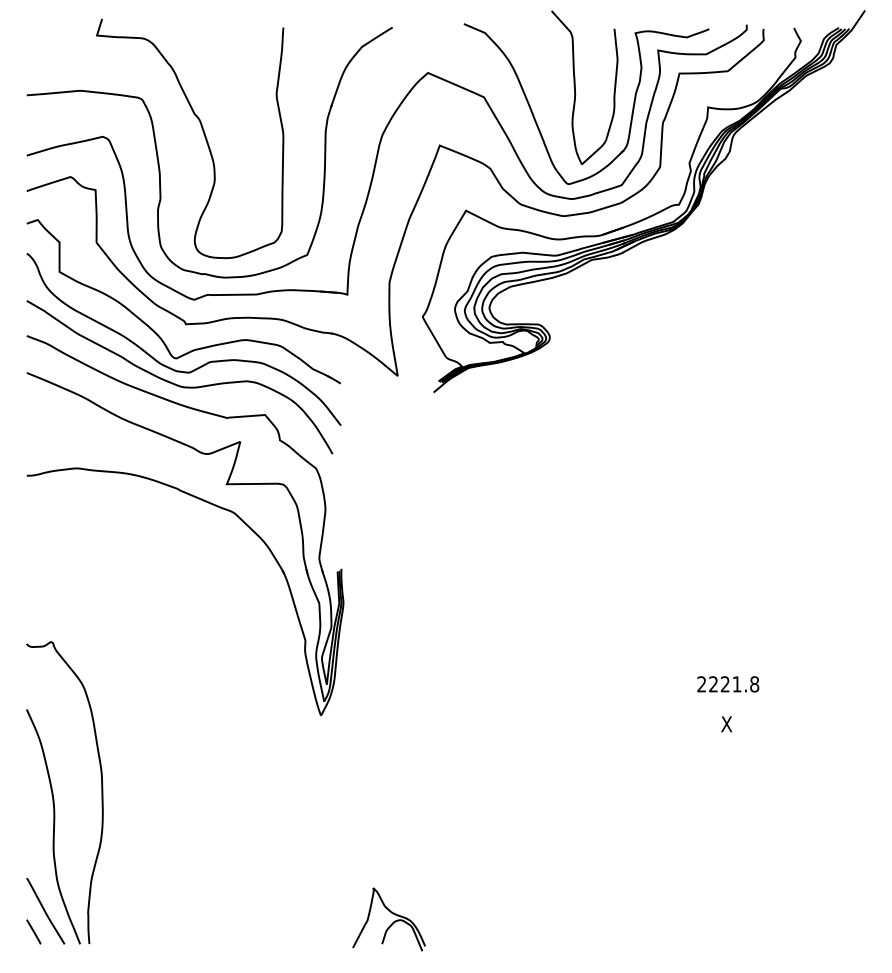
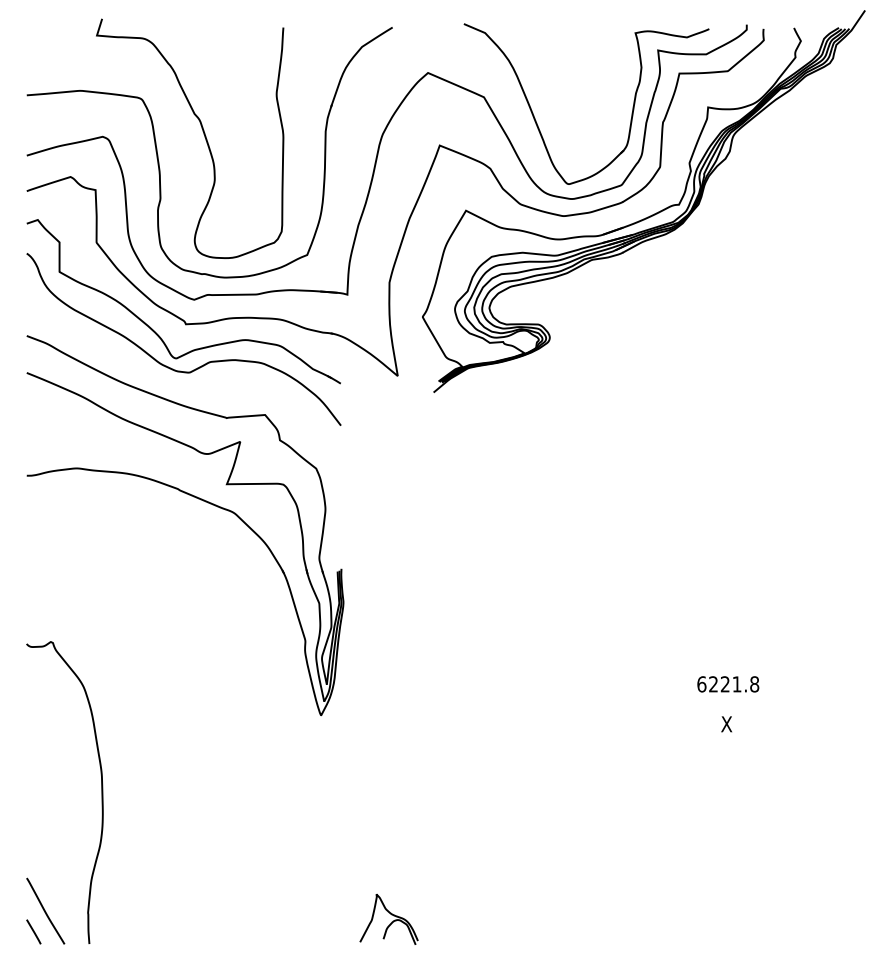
curve at (575, 87): present -> none
curve at (178, 384): present -> none
text at (701, 684): 2221.8 -> 6221.8
curve at (53, 826): present -> none
part at (388, 919) size: 74x65 px -> 60x51 px
